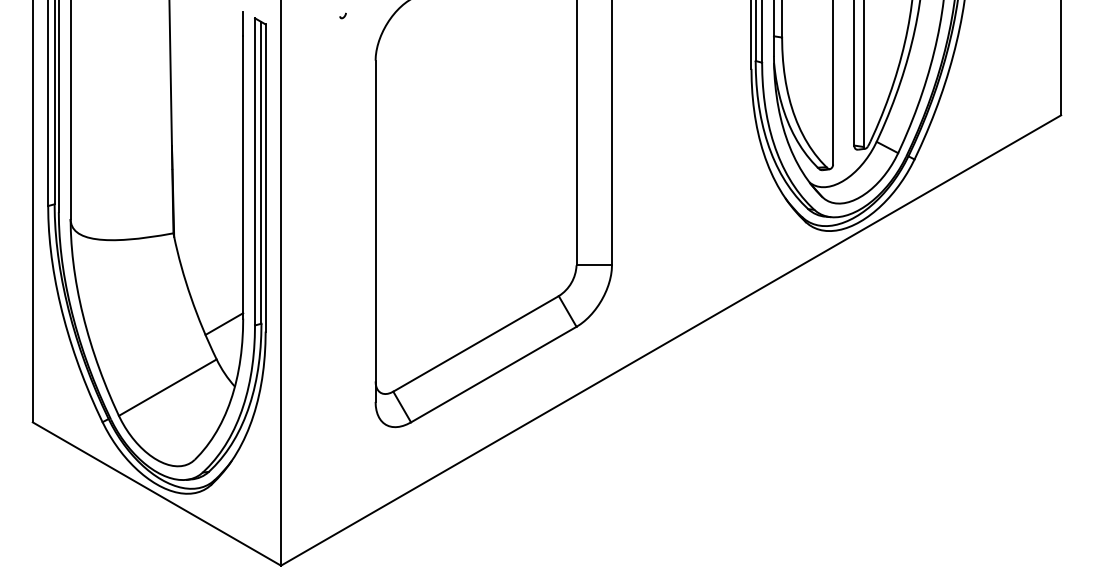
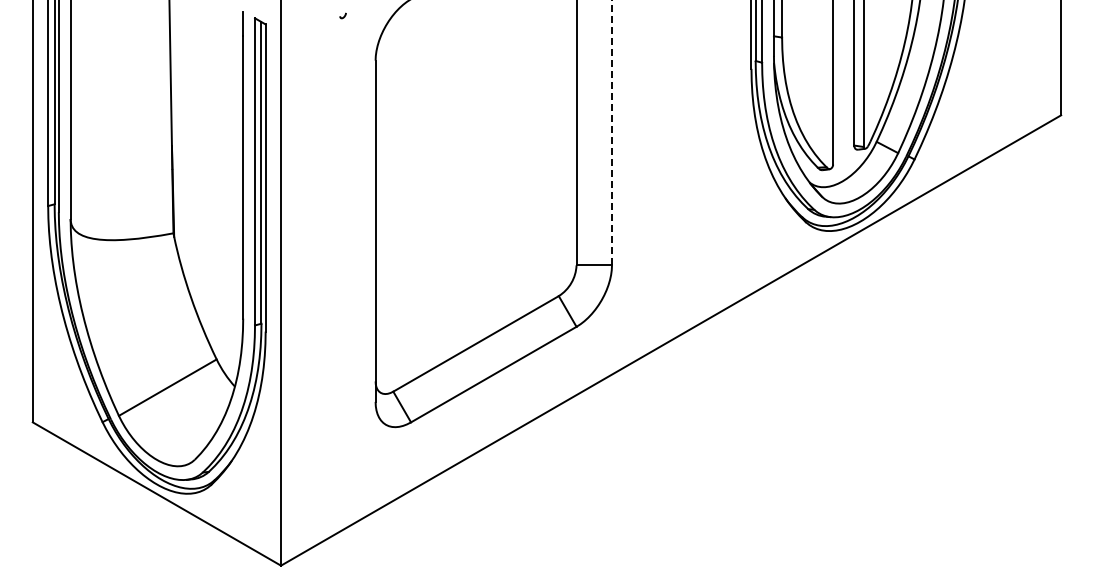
line at (612, 132): solid -> dashed
line at (224, 323): present -> none
